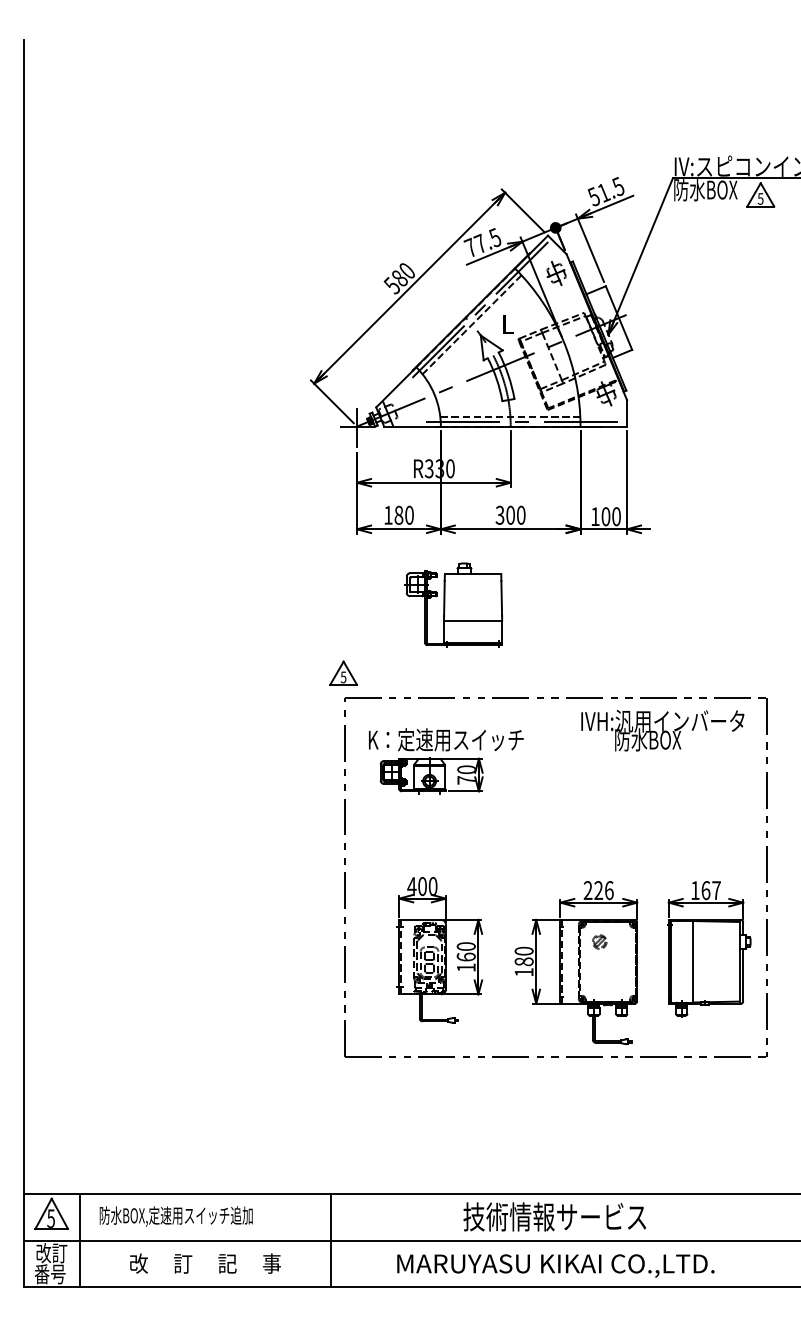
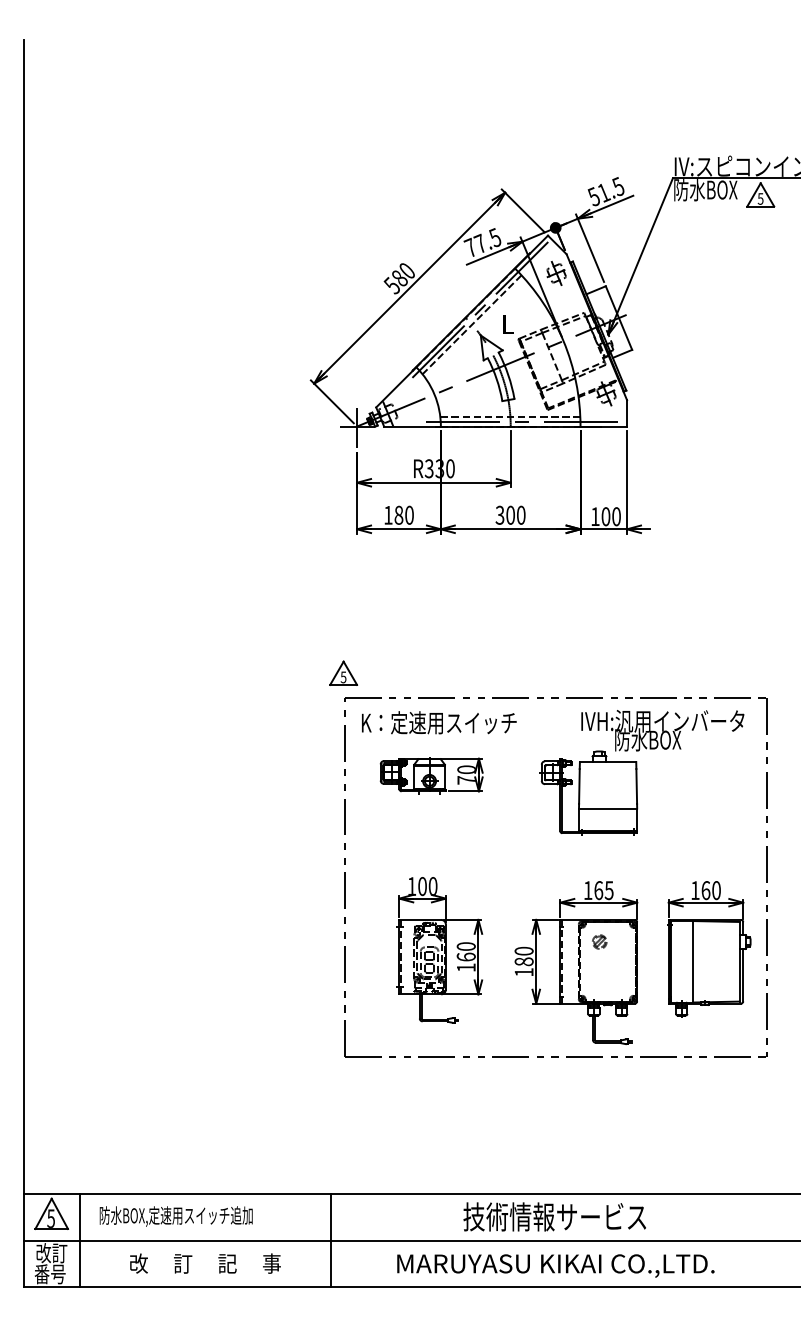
part at (453, 604) position: (453, 604) -> (588, 792)
text at (446, 739) position: (446, 739) -> (439, 722)
text at (411, 886): 400 -> 100
text at (598, 890): 226 -> 165
text at (716, 890): 167 -> 160
